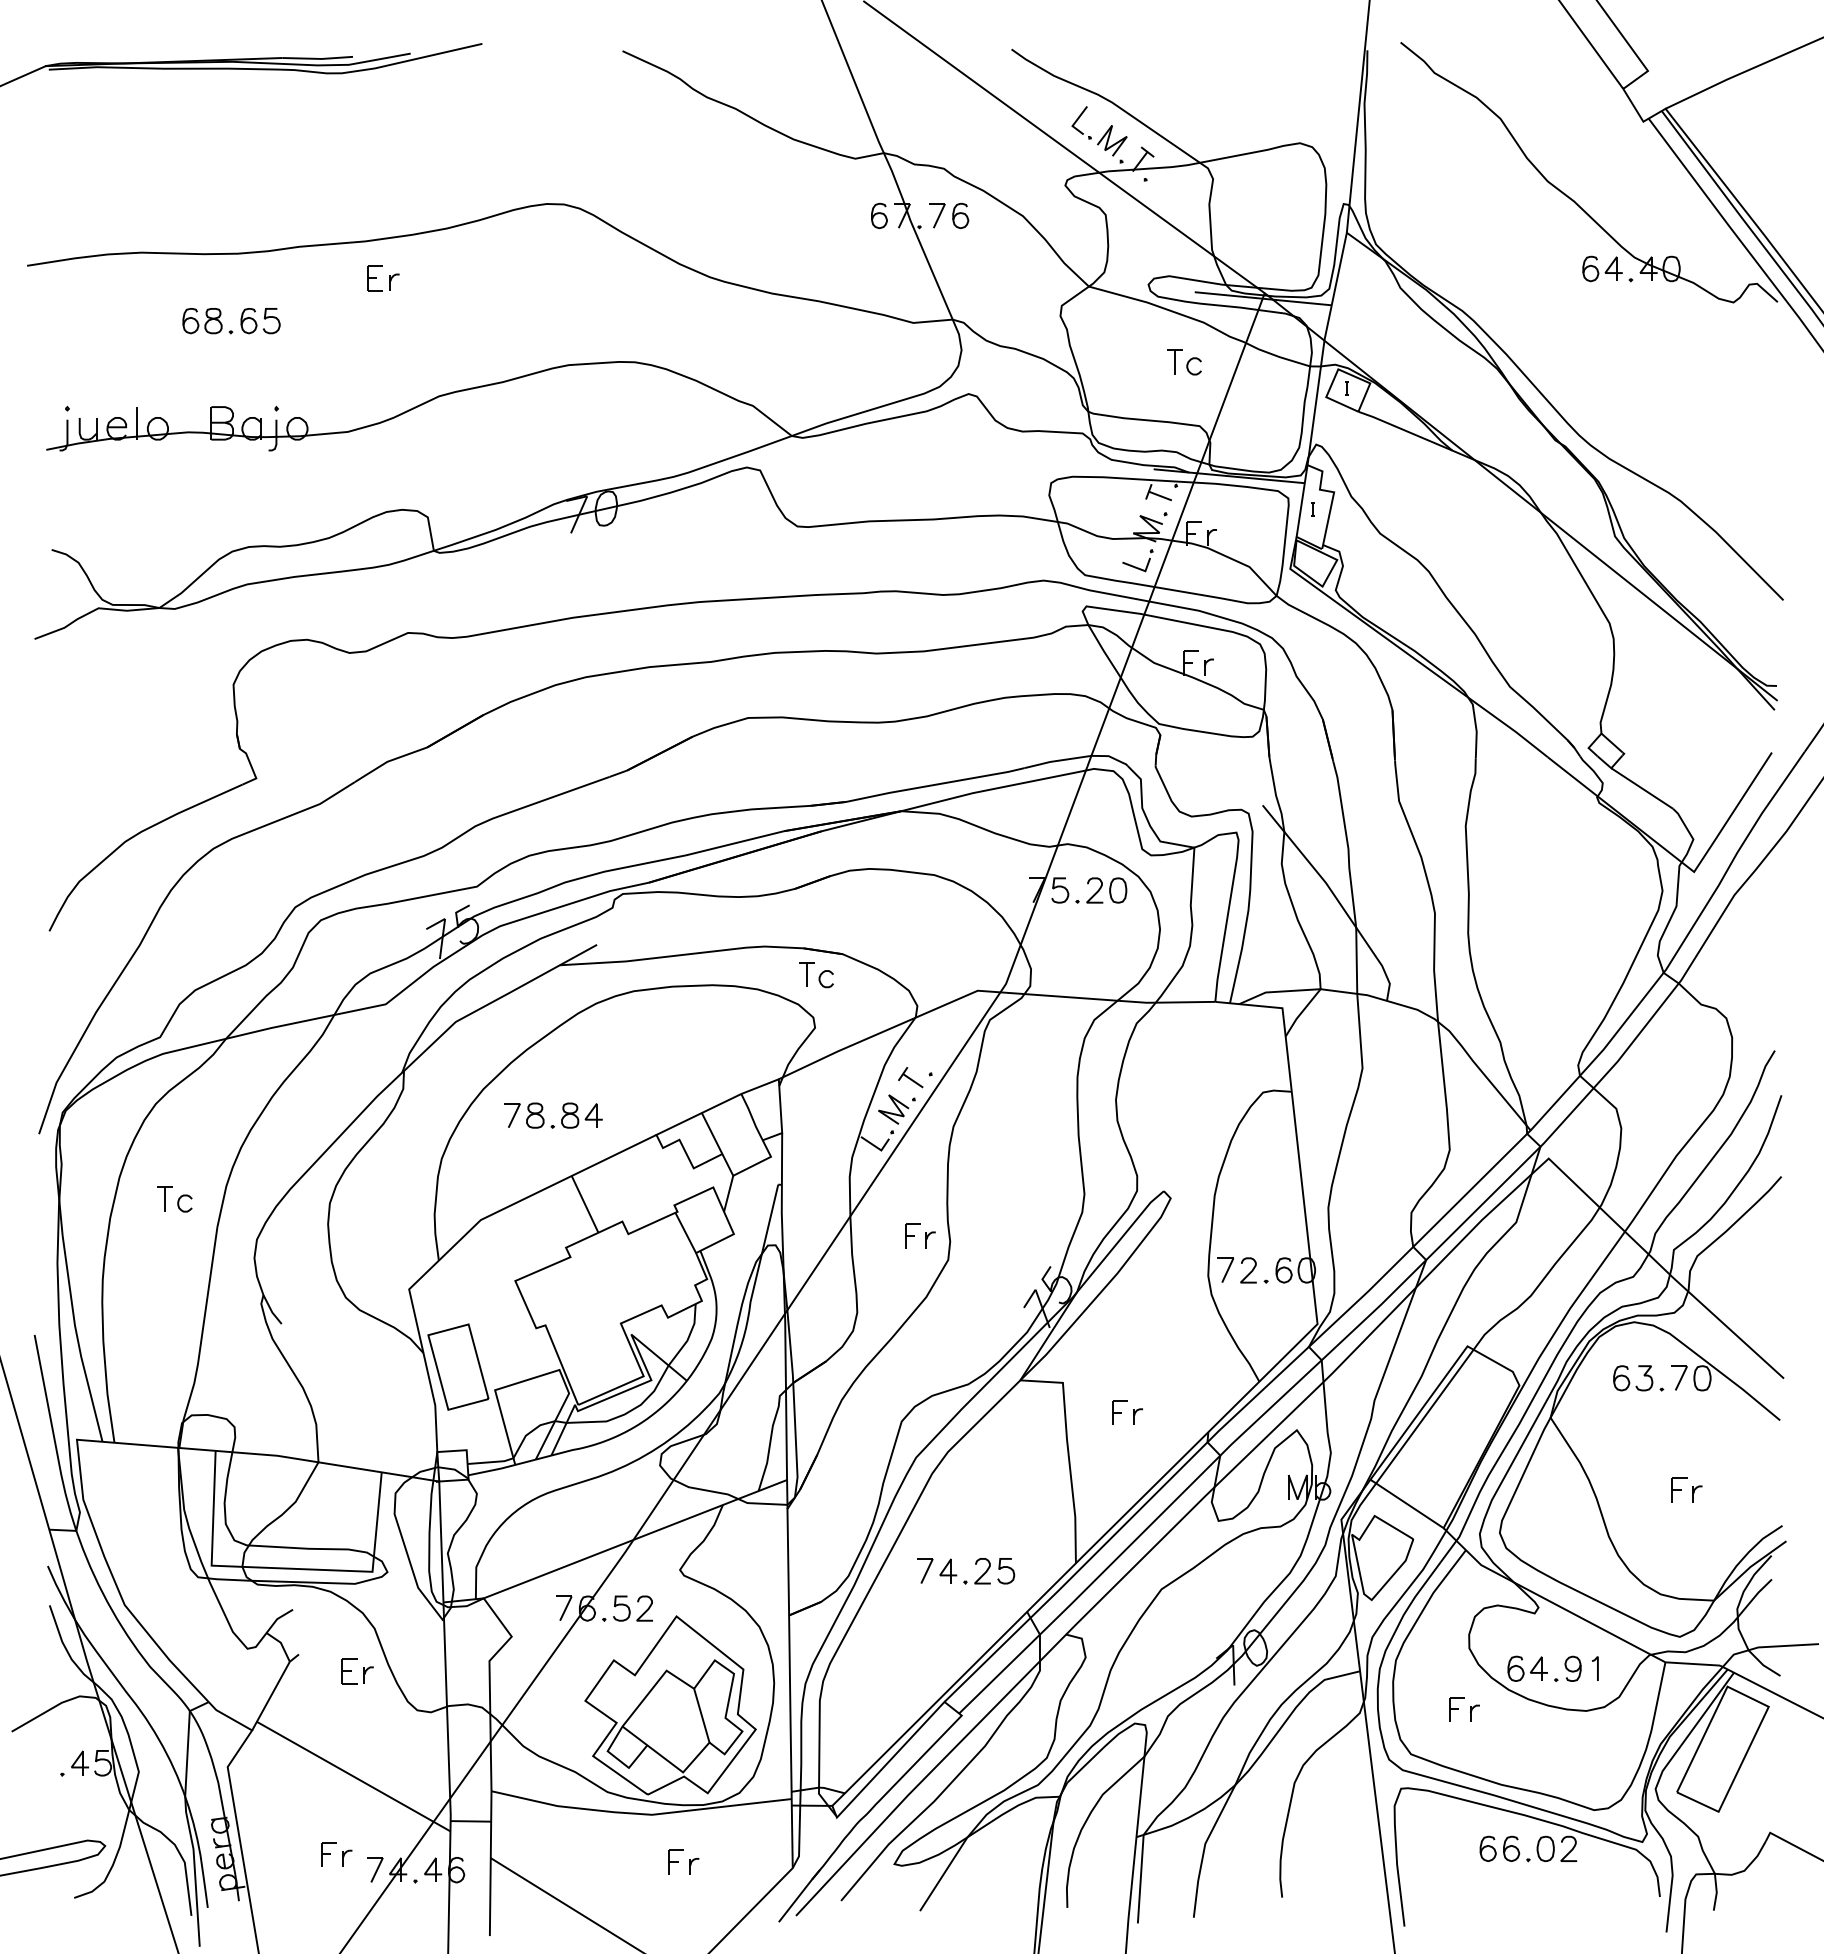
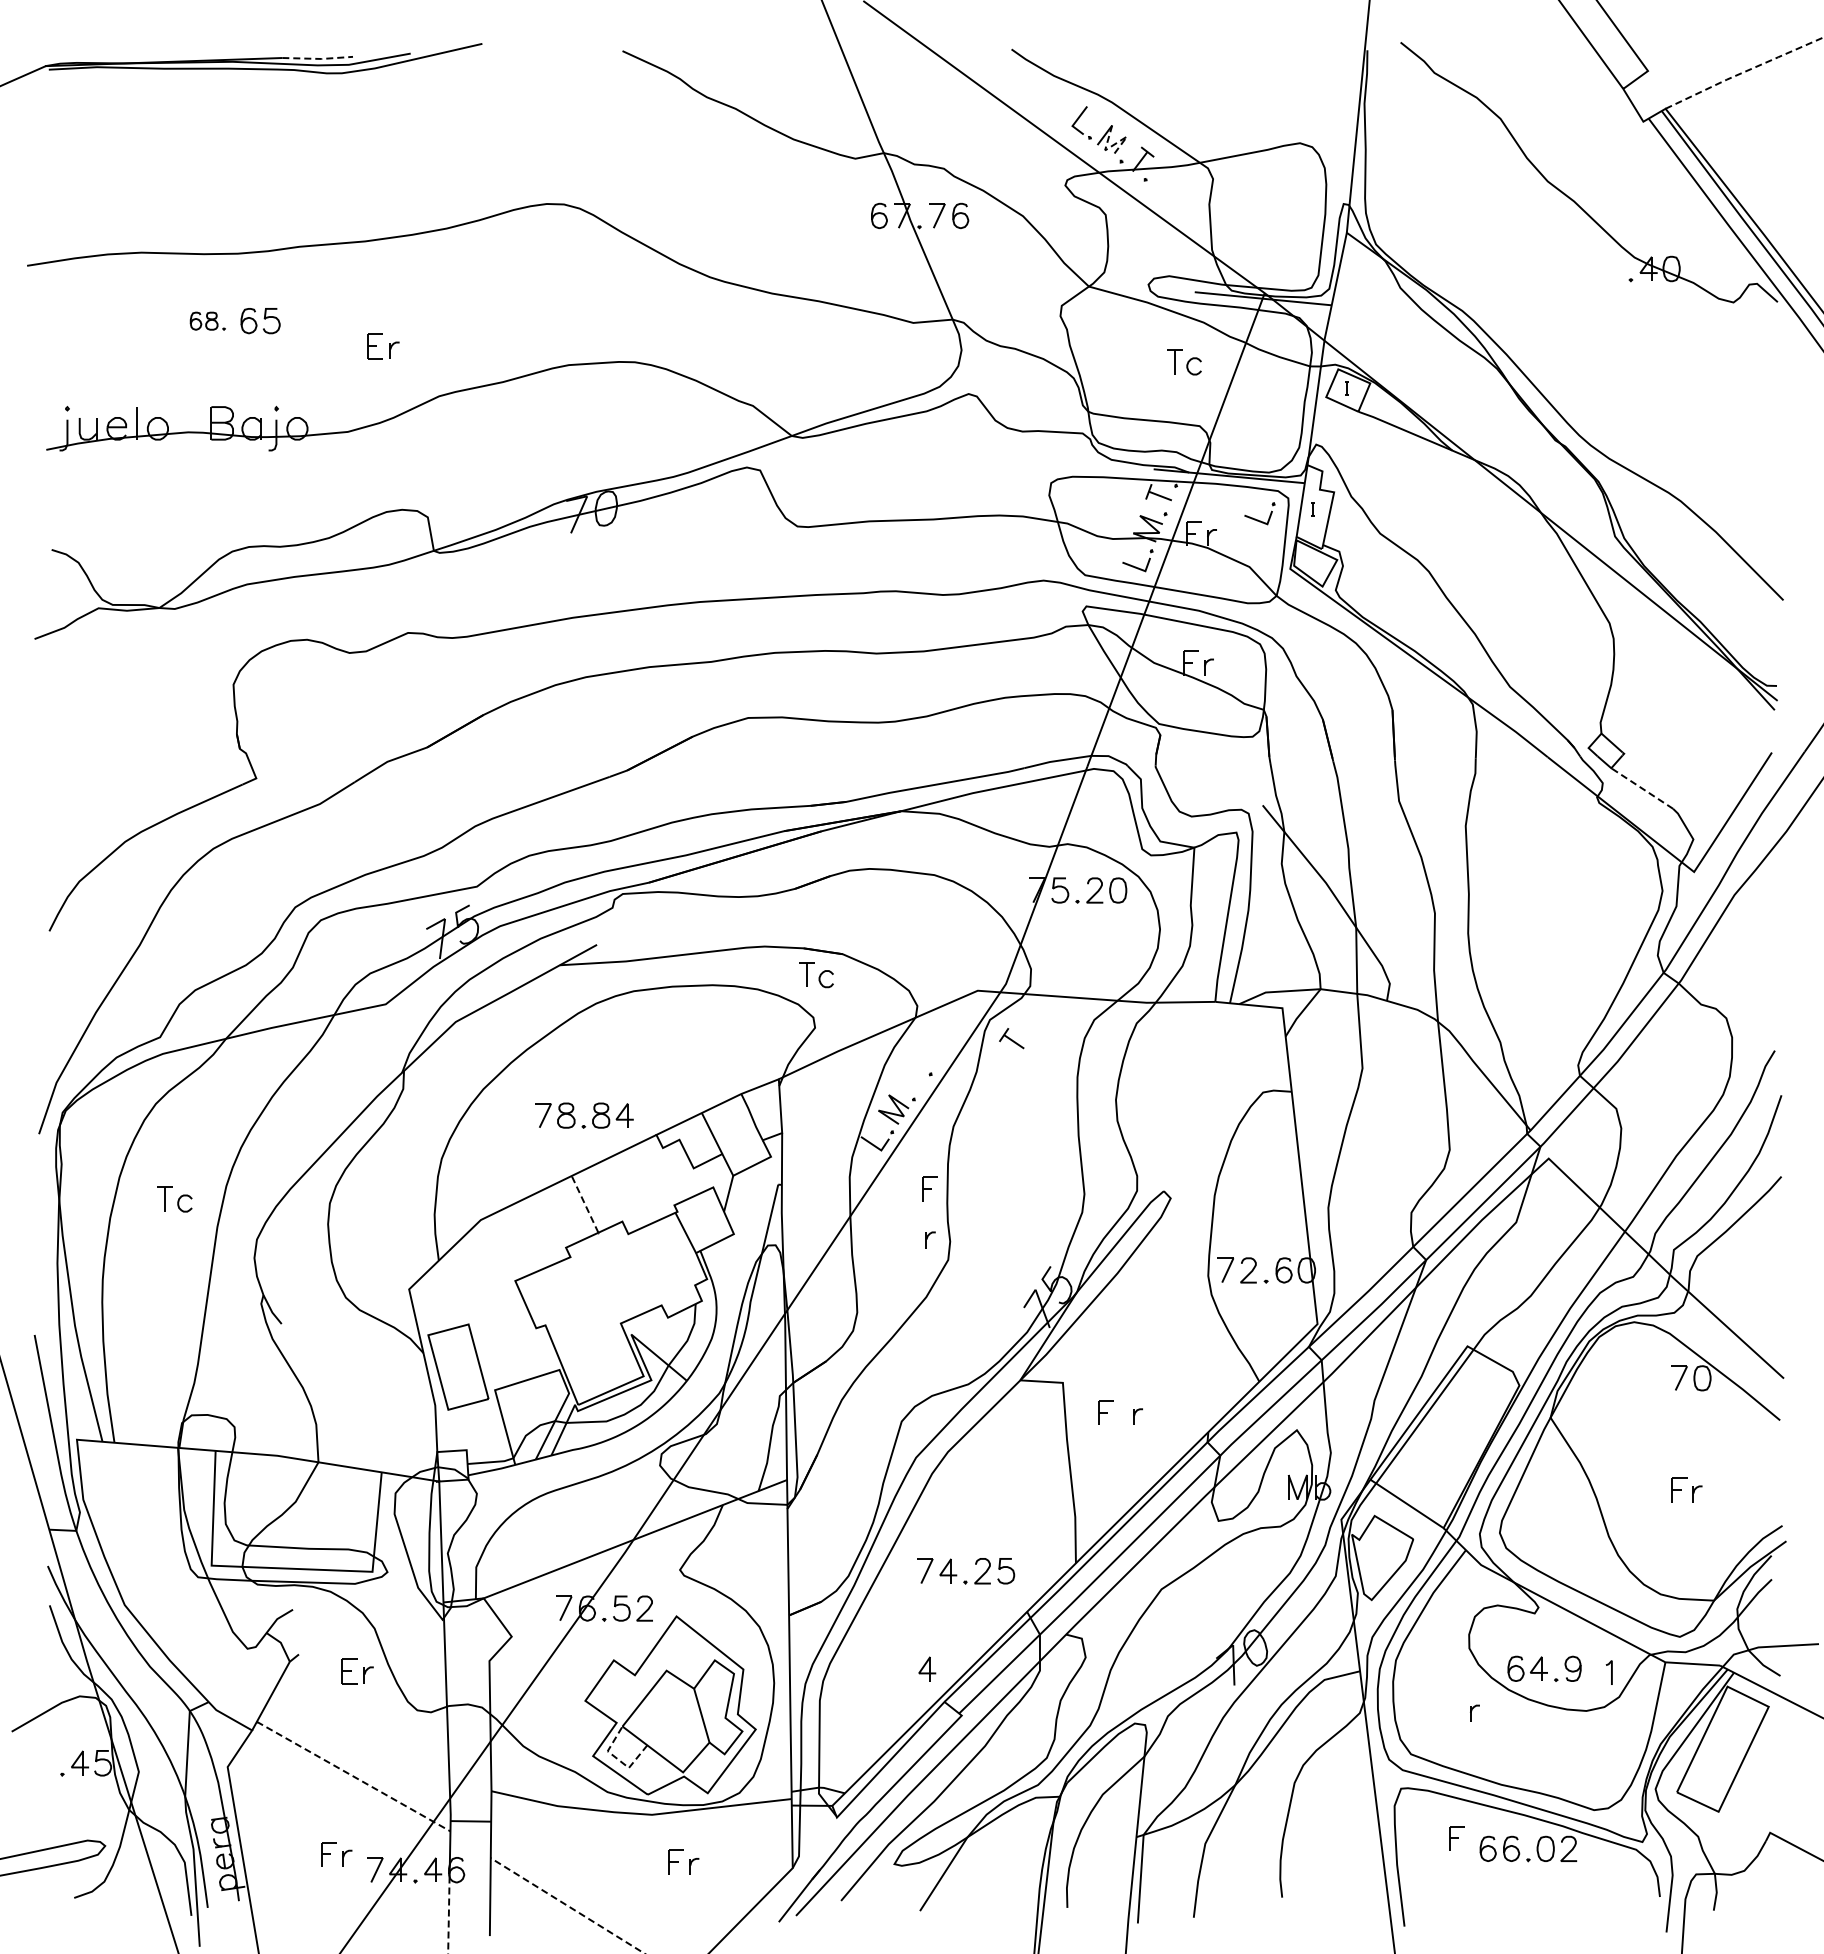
line at (318, 58): solid -> dashed
line at (1744, 72): solid -> dashed
line at (1116, 143): solid -> dashed
part at (1602, 268): present -> none
part at (383, 278) position: (383, 278) -> (383, 346)
part at (207, 321) size: 52x27 px -> 37x20 px
part at (1258, 519): none -> present
line at (1642, 788): solid -> dashed
part at (910, 1077) position: (910, 1077) -> (1011, 1038)
part at (561, 1118) position: (561, 1118) -> (592, 1118)
line at (585, 1204): solid -> dashed
part at (912, 1235) position: (912, 1235) -> (929, 1188)
part at (1638, 1378): present -> none
part at (1119, 1412) position: (1119, 1412) -> (1105, 1412)
part at (927, 1668): none -> present
line at (1597, 1668) position: (1597, 1668) -> (1611, 1672)
part at (1456, 1709) position: (1456, 1709) -> (1456, 1838)
line at (618, 1759): solid -> dashed
line at (353, 1776): solid -> dashed
line at (566, 1905): solid -> dashed
line at (448, 1915): solid -> dashed
